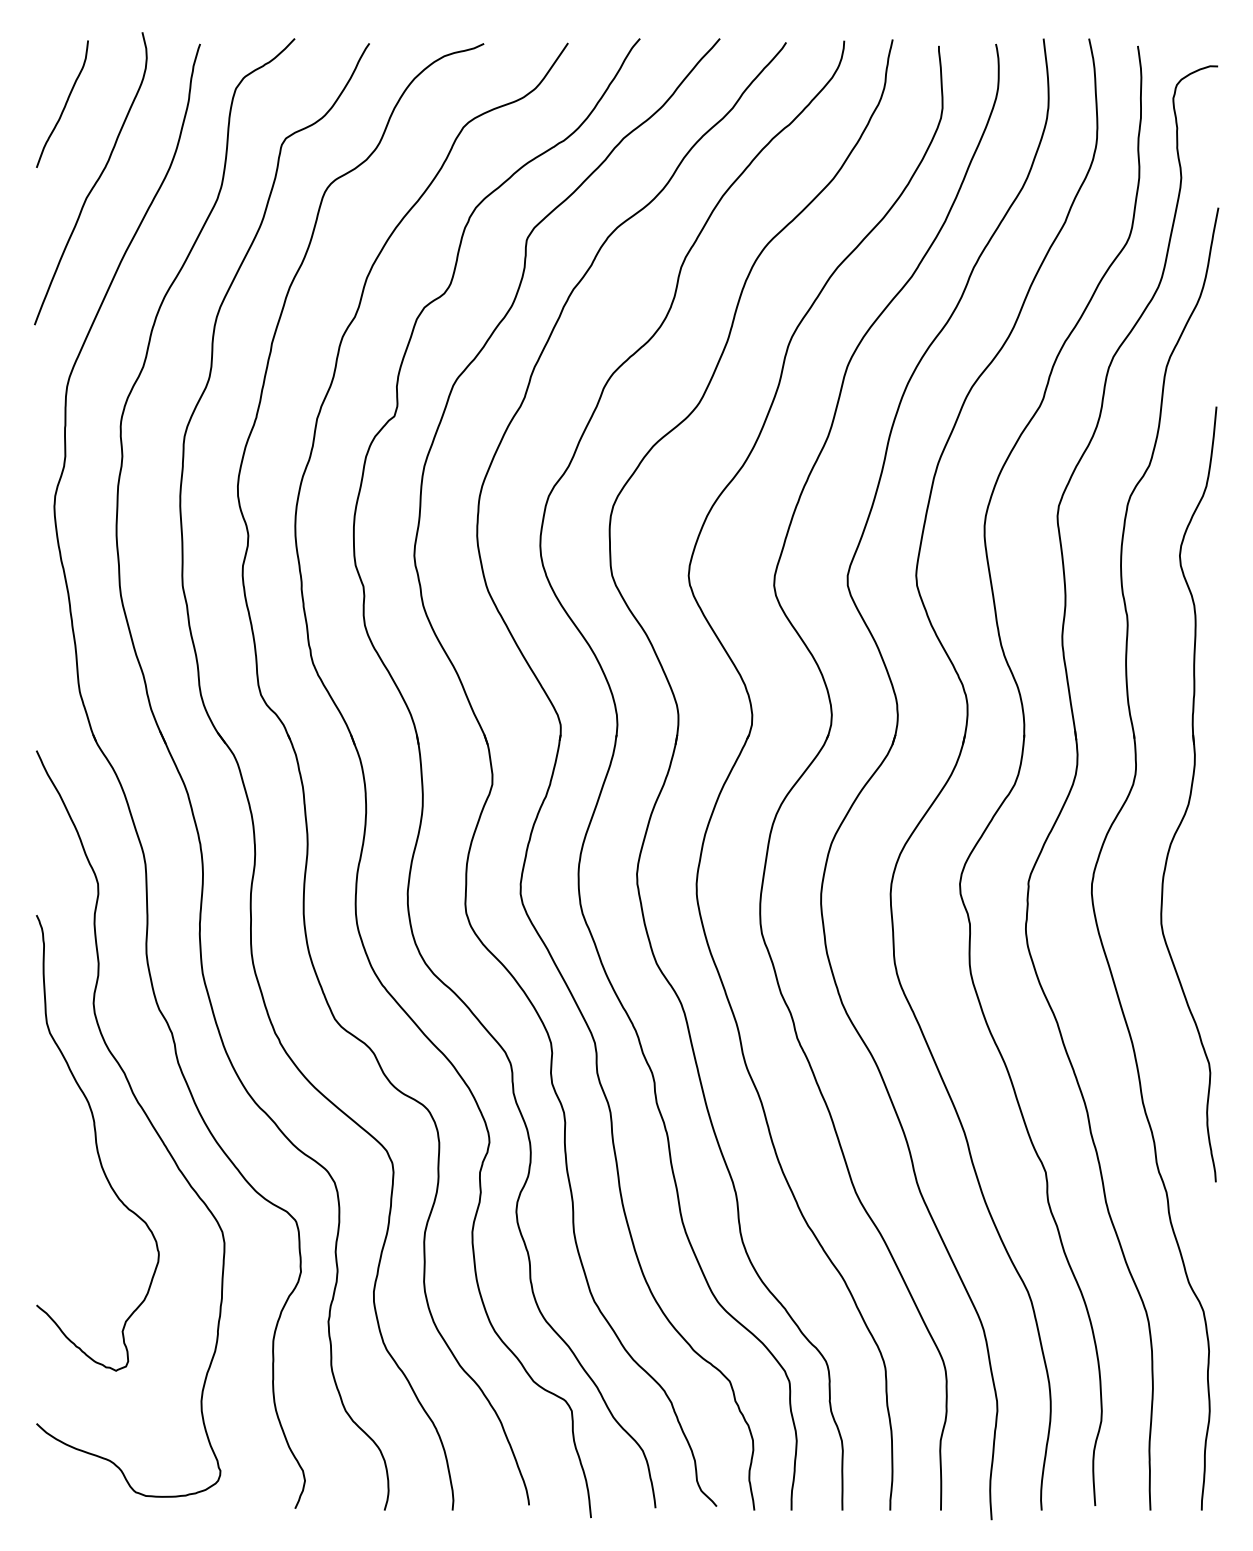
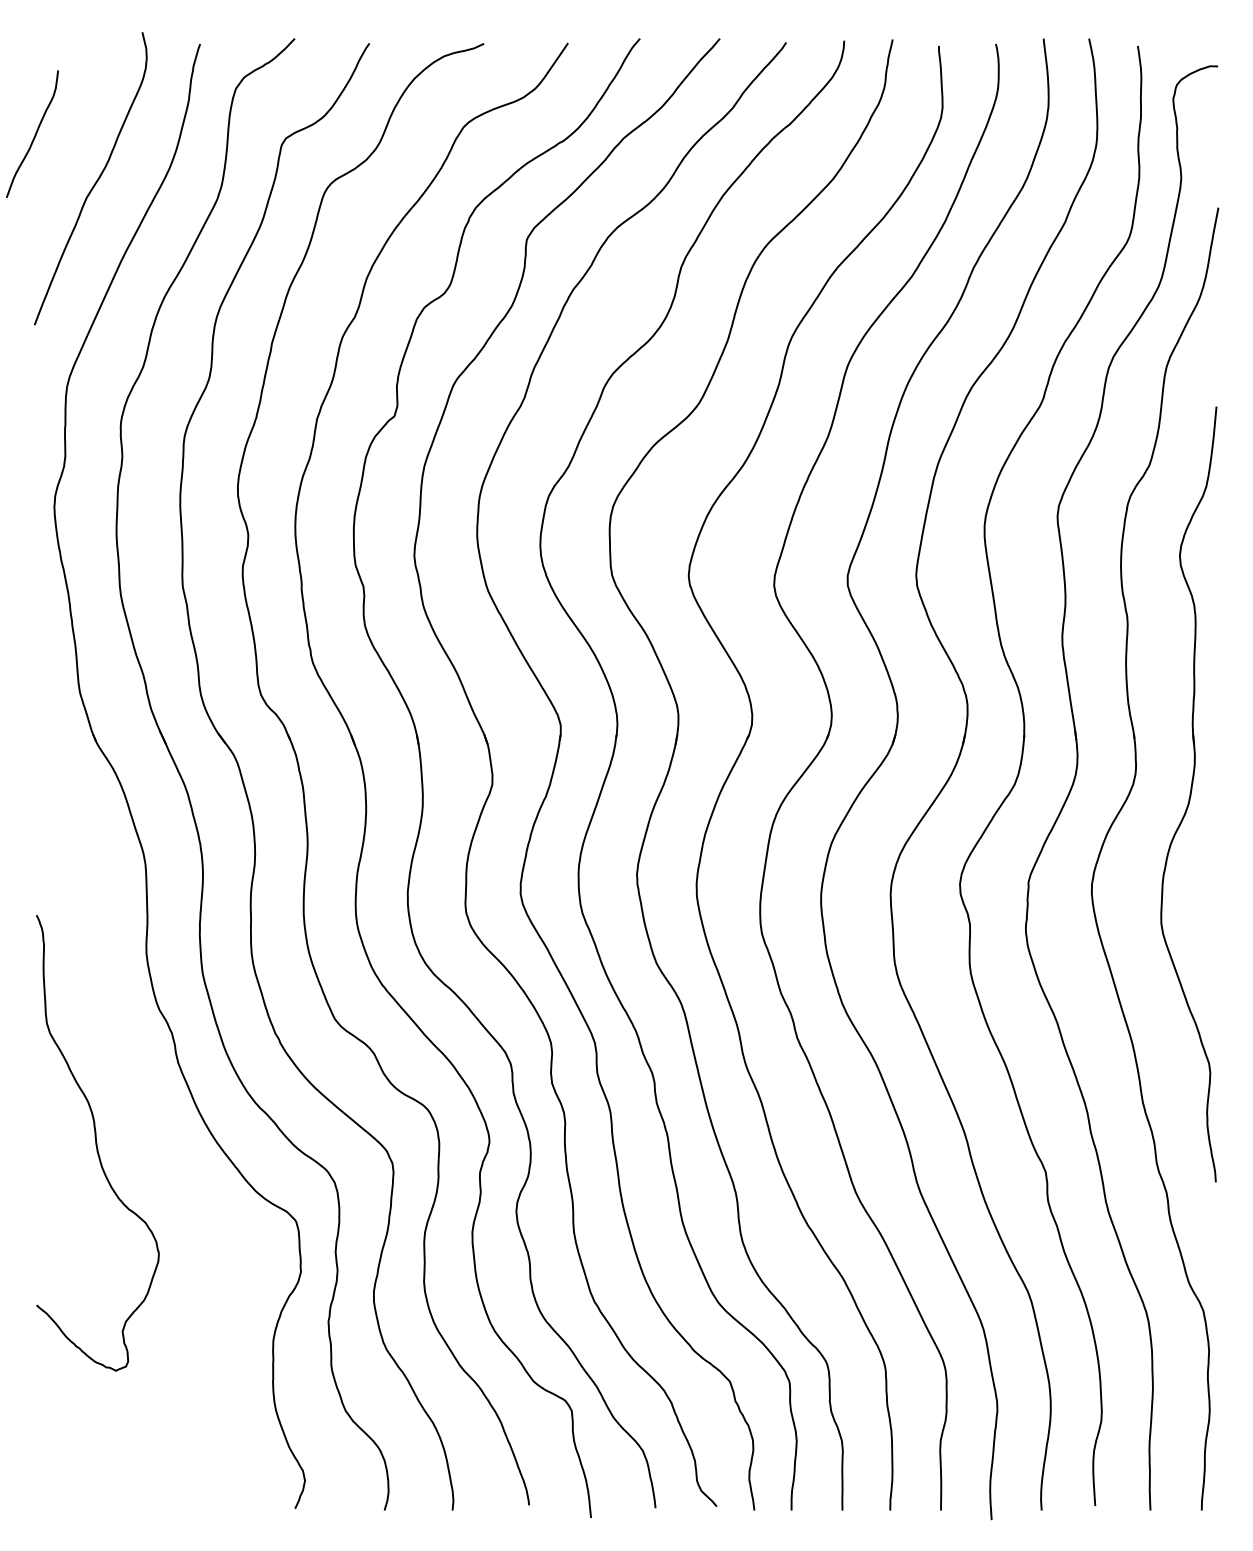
curve at (64, 104) position: (64, 104) -> (34, 134)
curve at (144, 1114): present -> none
